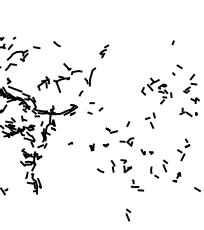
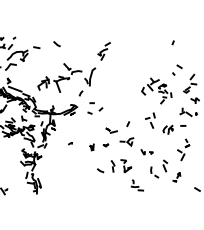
part at (104, 51) size: 11x15 px -> 14x19 px
part at (174, 129): none -> present
part at (128, 214): present -> none
